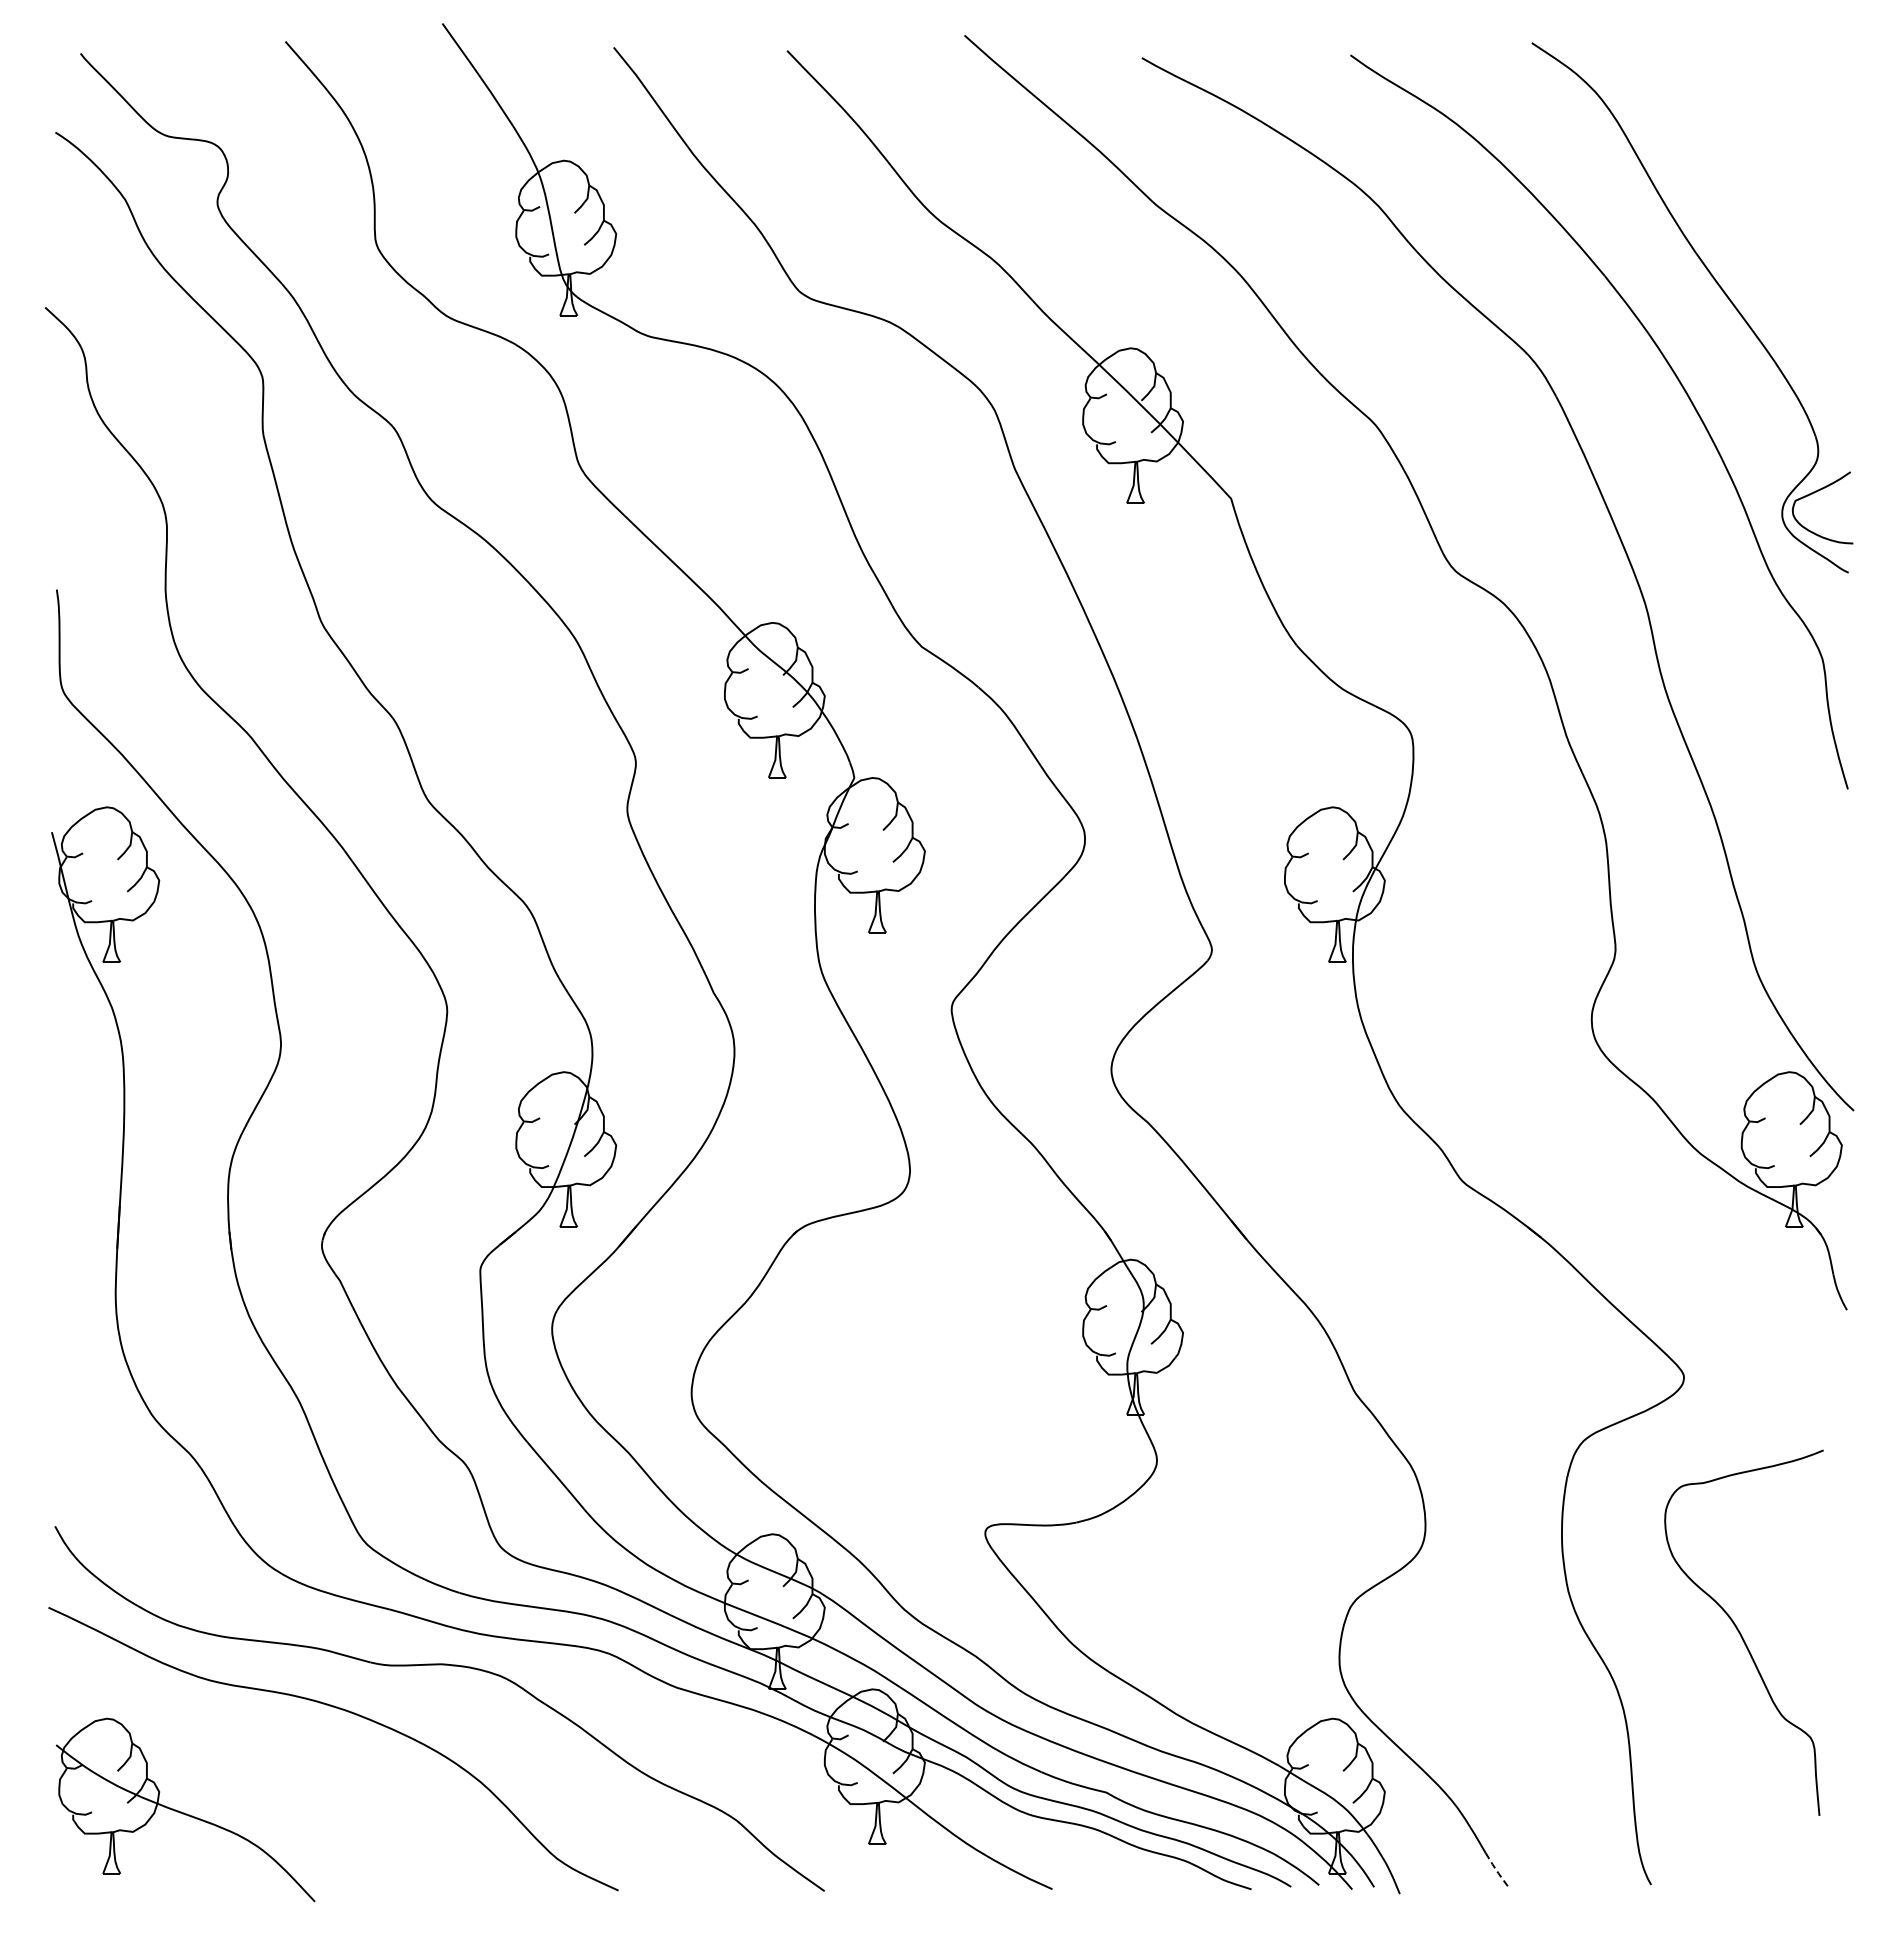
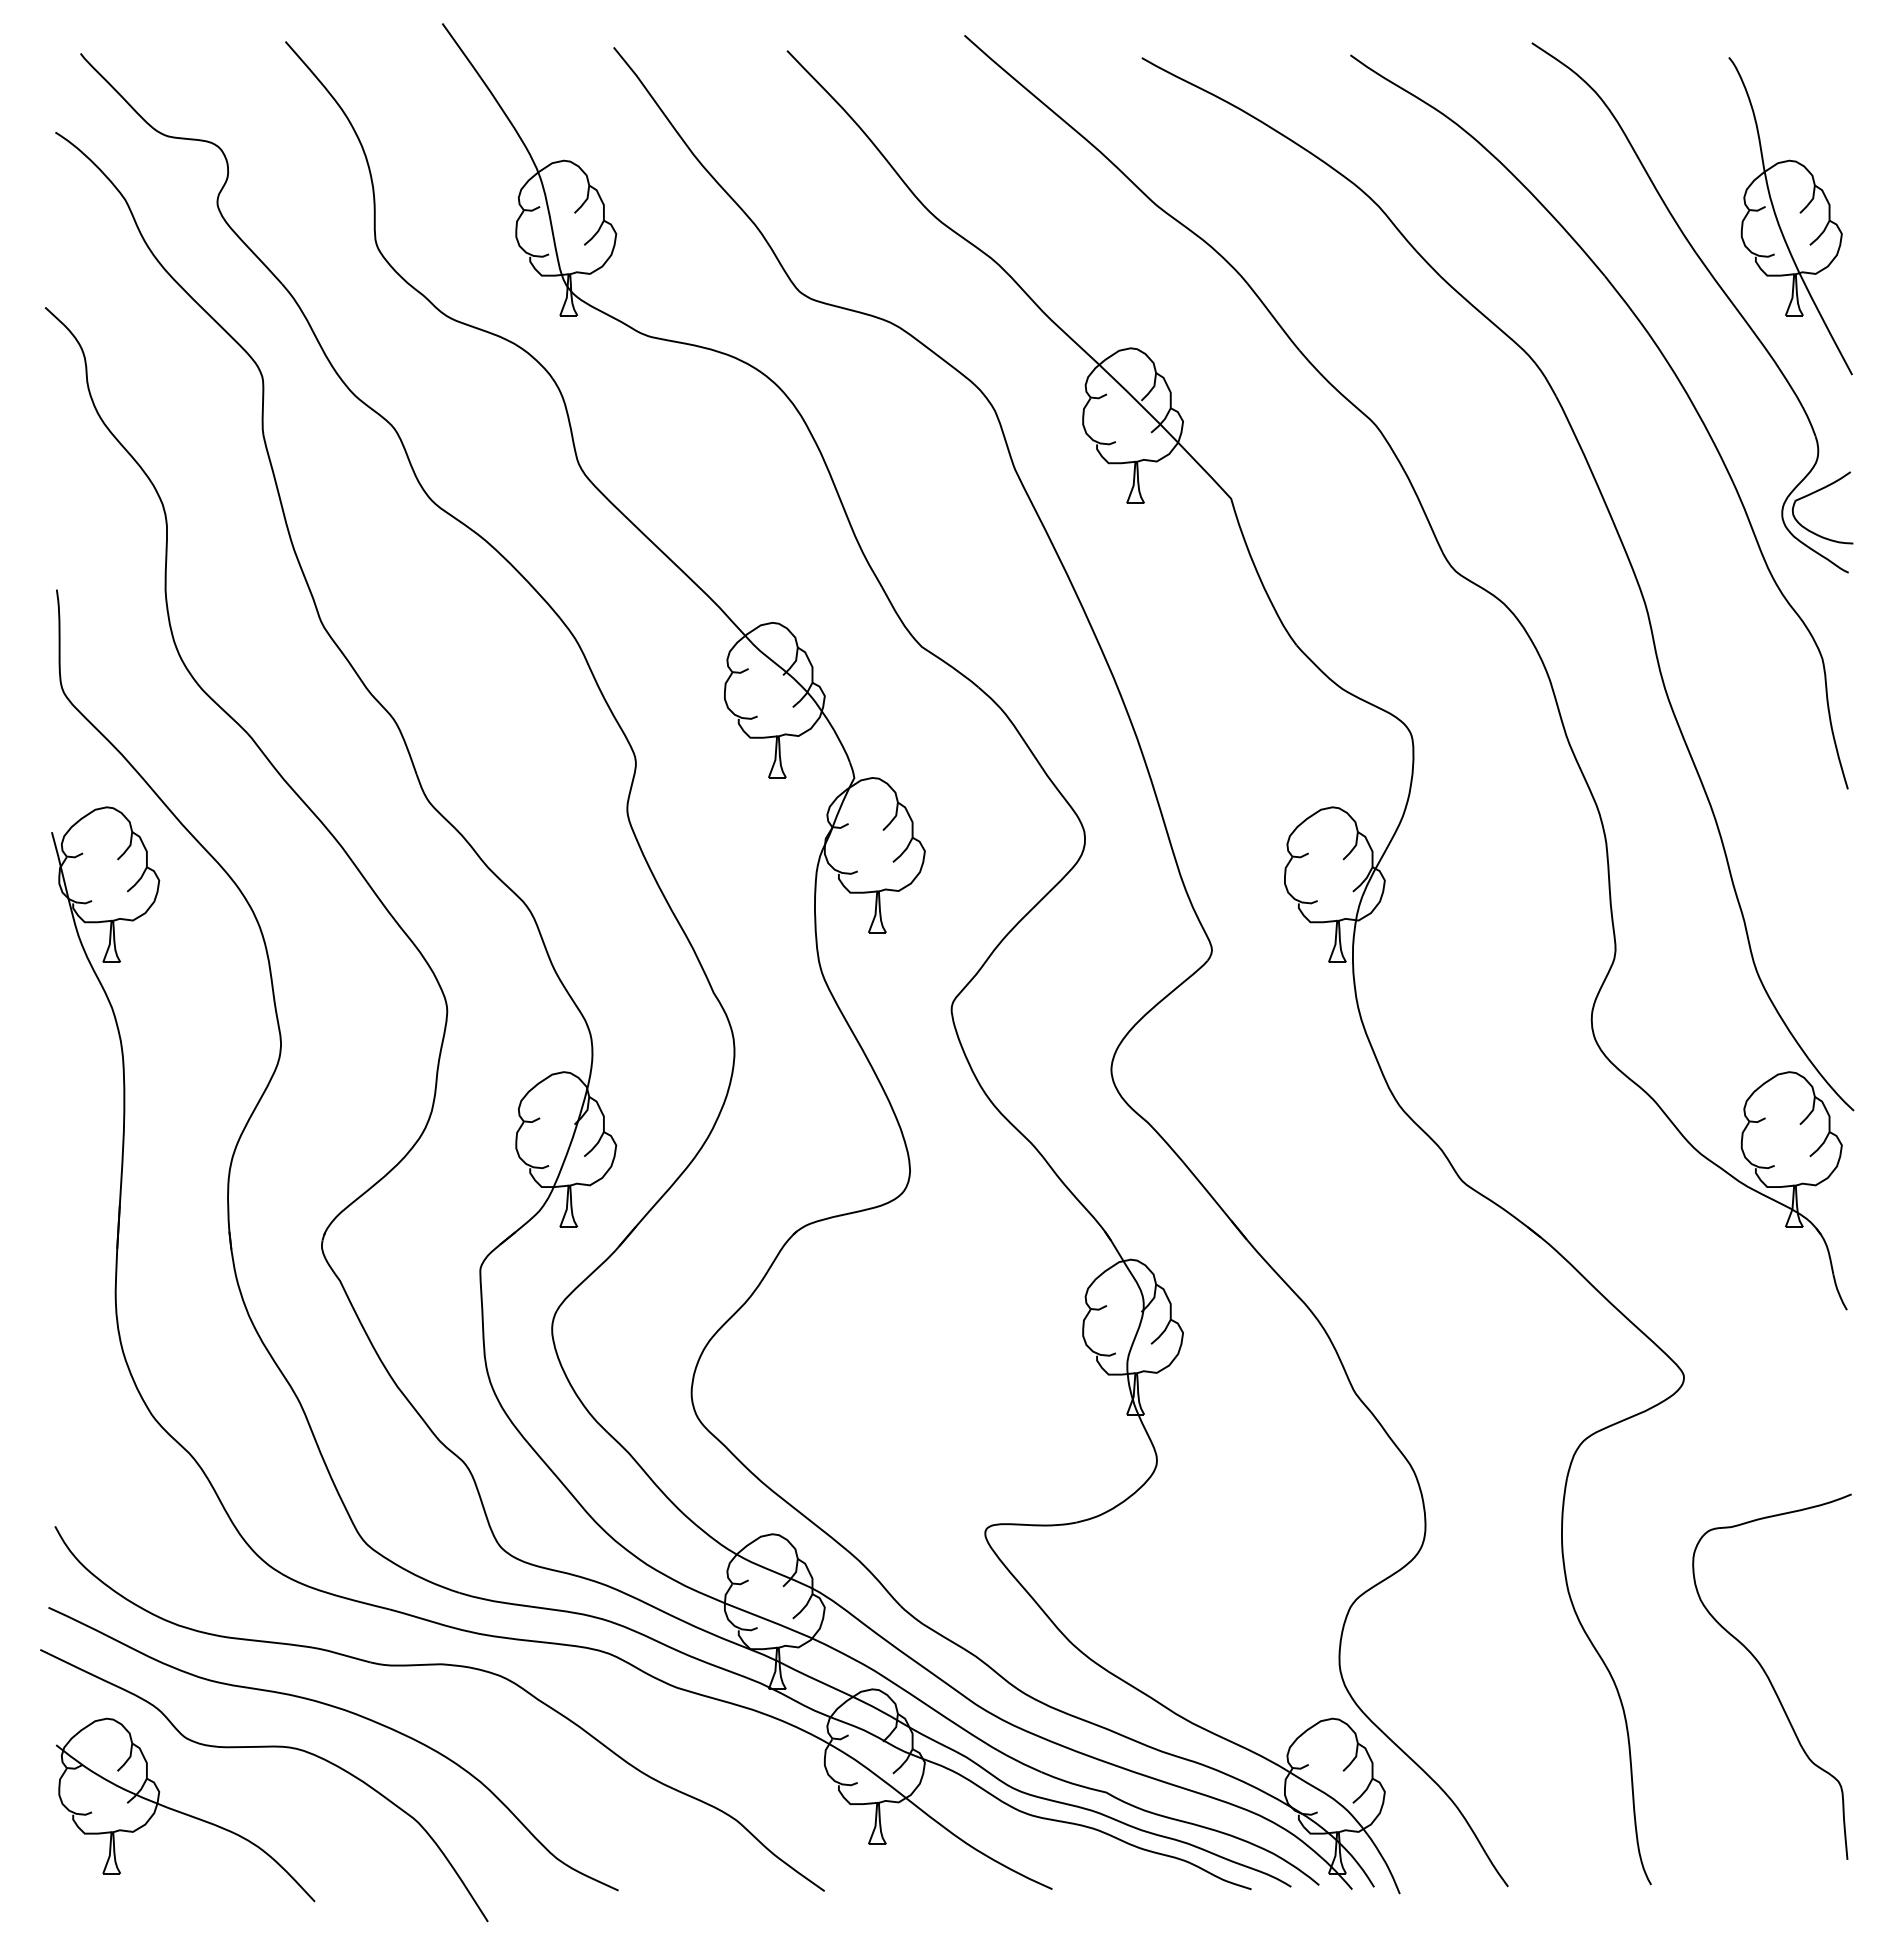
part at (1790, 216): none -> present
curve at (1741, 1633) position: (1741, 1633) -> (1769, 1677)
curve at (264, 1747): none -> present
line at (1496, 1870): dashed -> solid
